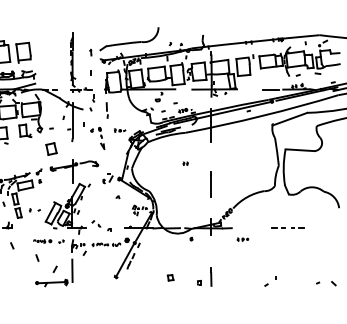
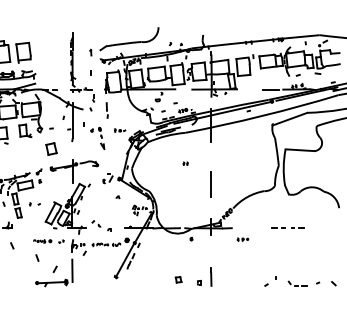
part at (34, 210) position: (34, 210) -> (34, 204)
part at (170, 277) position: (170, 277) -> (178, 279)
part at (297, 283): none -> present
